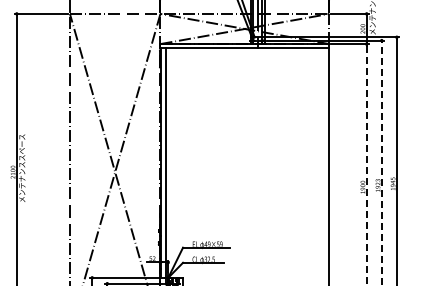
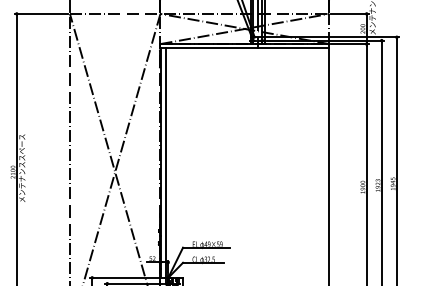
line at (381, 163): dashed -> solid
line at (366, 165): dashed -> solid
